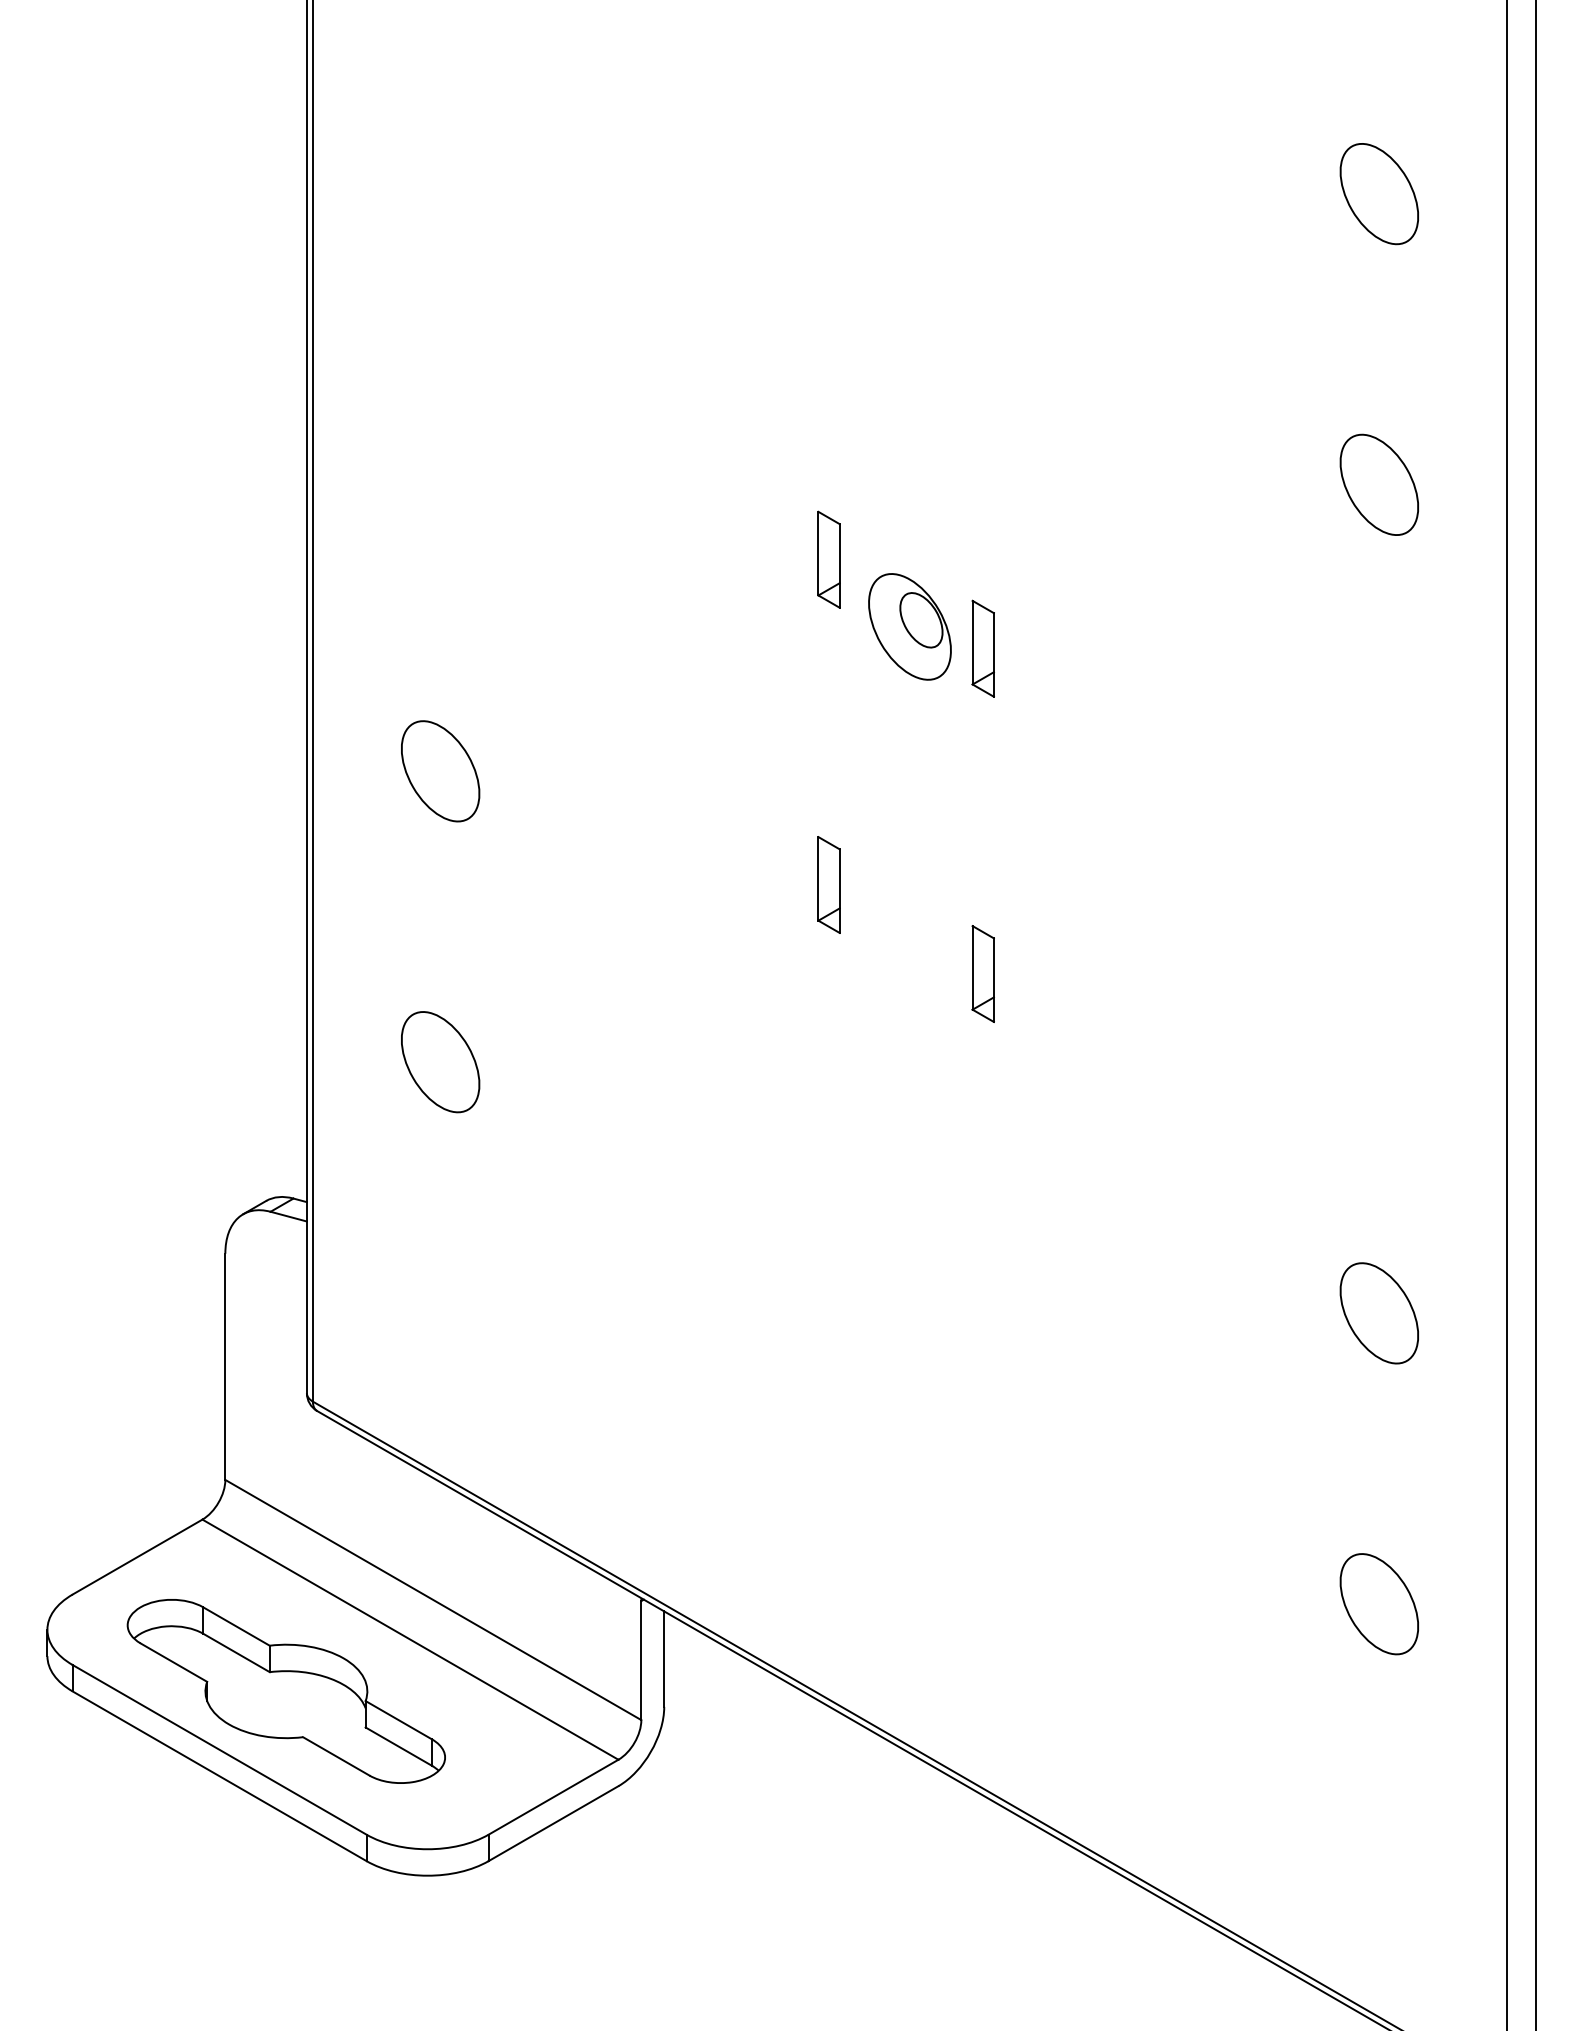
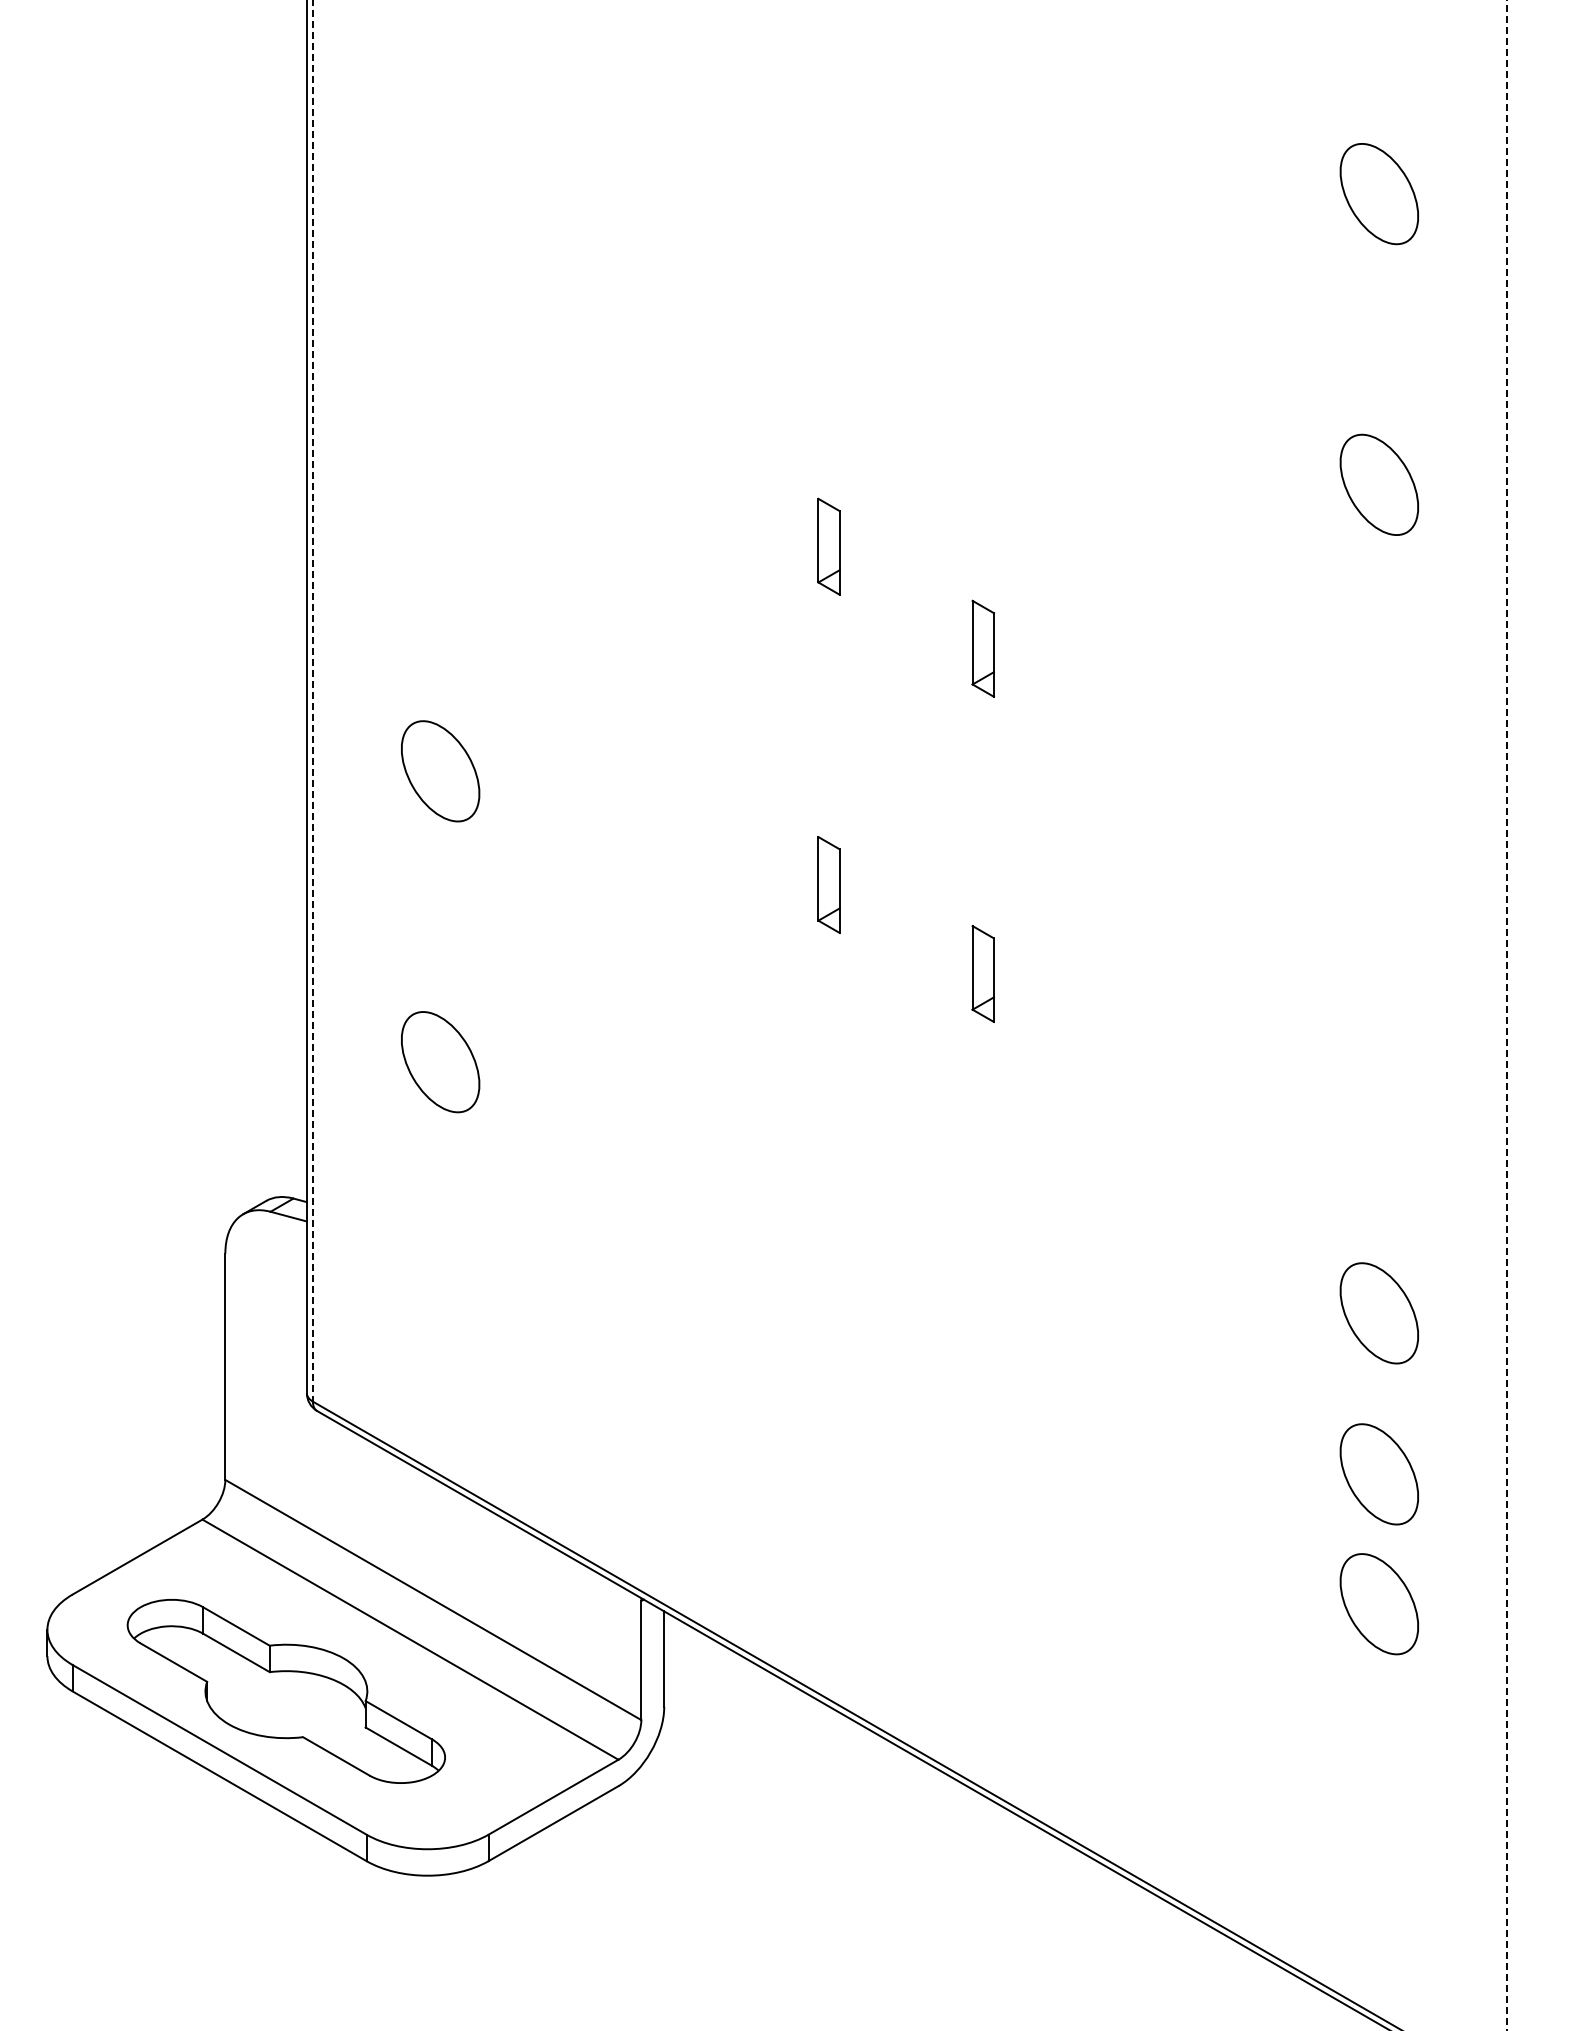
part at (828, 559) position: (828, 559) -> (828, 546)
part at (909, 626): present -> none
line at (312, 700): solid -> dashed
line at (1535, 1014): present -> none
line at (1507, 1015): solid -> dashed
part at (1378, 1474): none -> present
